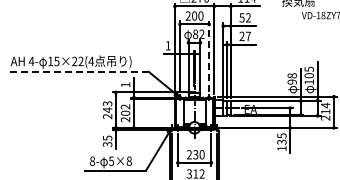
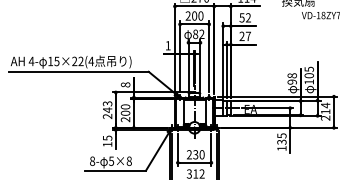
line at (209, 56): dashed -> solid
line at (78, 71): dashed -> solid
text at (125, 84): 1 -> 8
text at (125, 106): 202 -> 200
text at (107, 144): 35 -> 15
